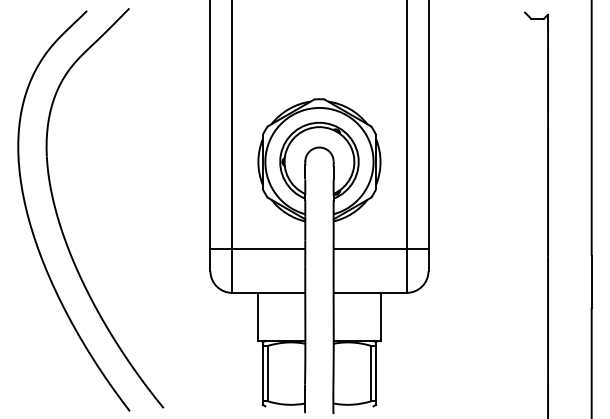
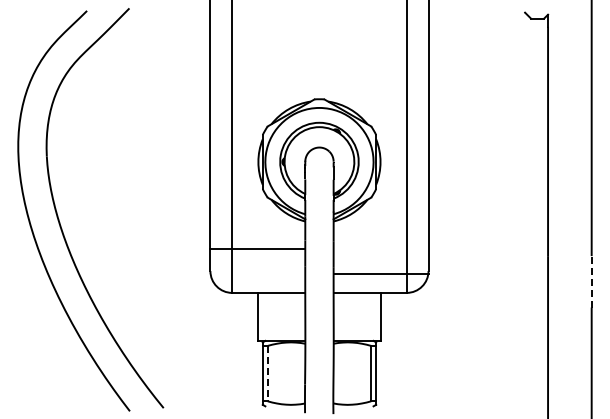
line at (380, 249) position: (380, 249) -> (380, 274)
line at (591, 281): solid -> dashed
line at (267, 373): solid -> dashed
